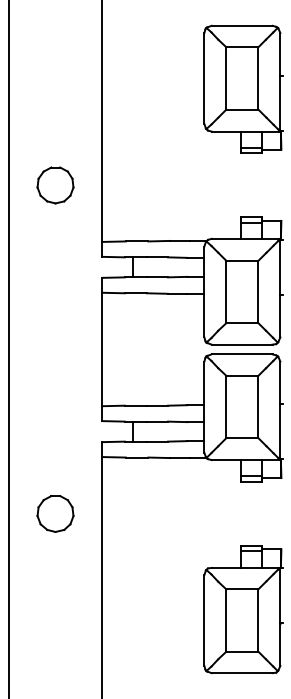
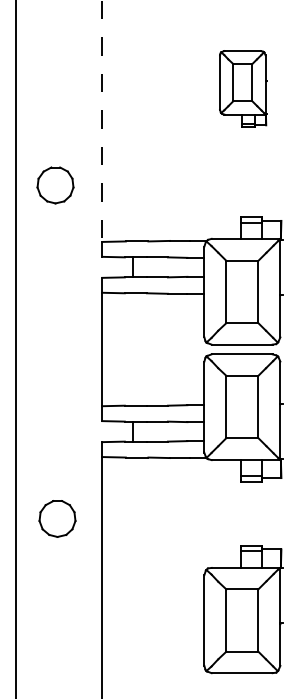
part at (243, 88) size: 81x130 px -> 49x78 px
line at (102, 121): solid -> dashed
line at (8, 348) position: (8, 348) -> (15, 348)
part at (55, 513) position: (55, 513) -> (57, 518)
